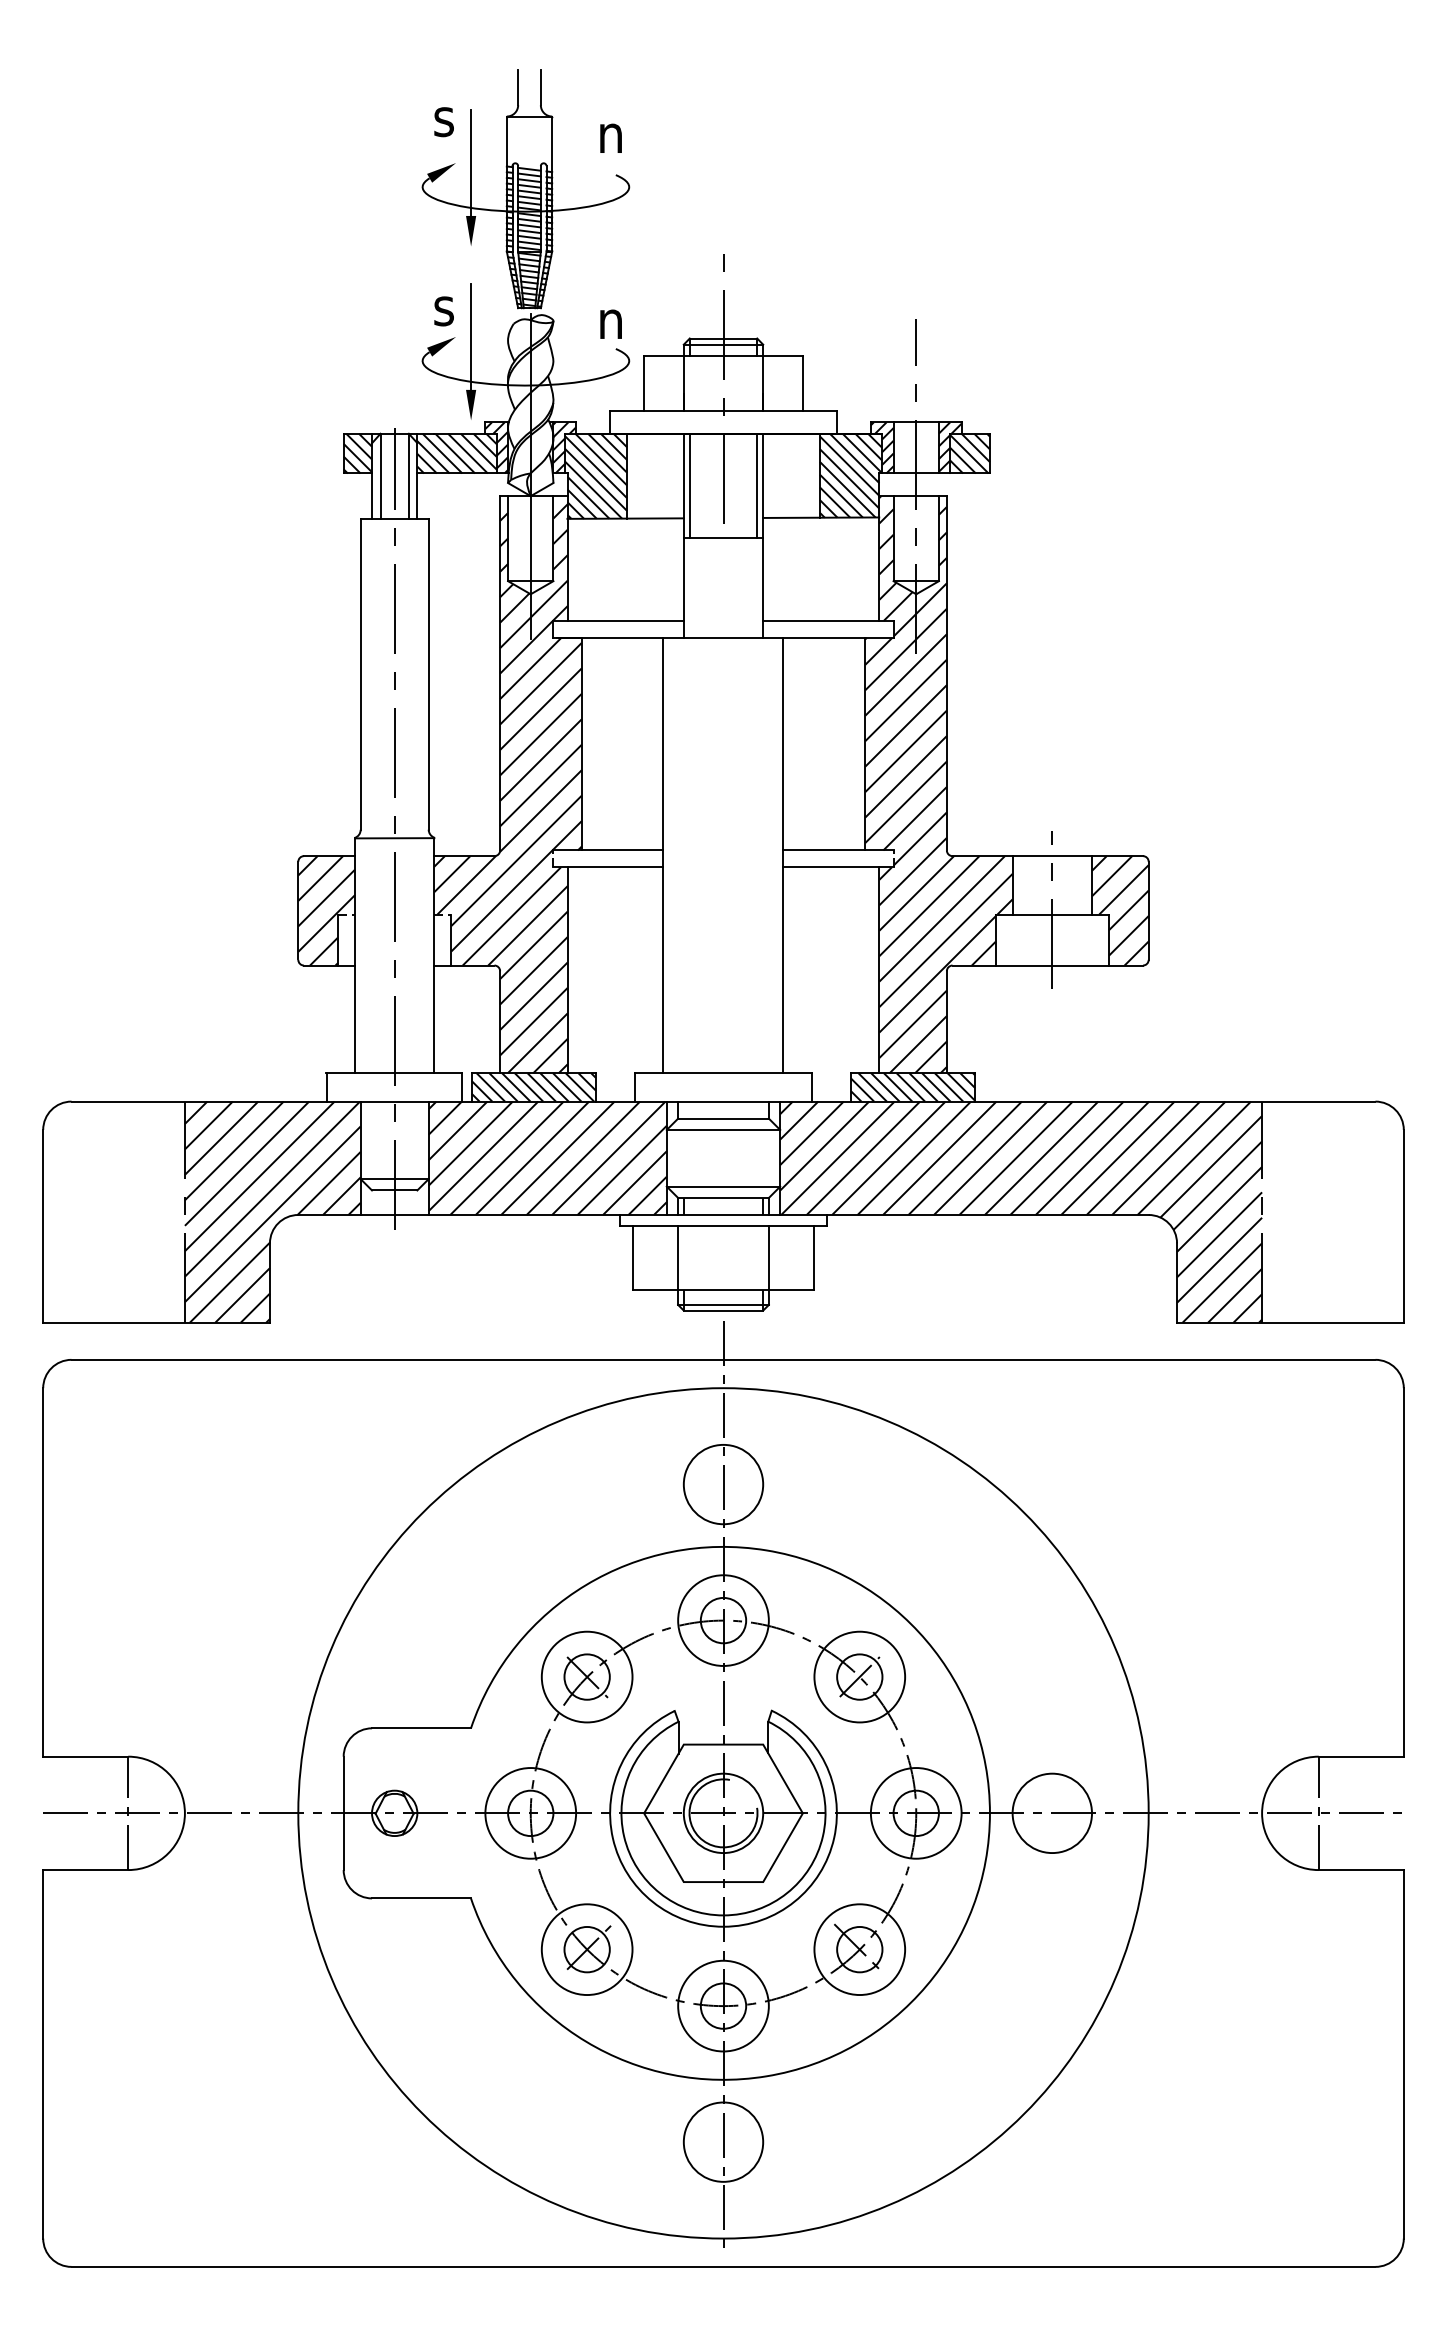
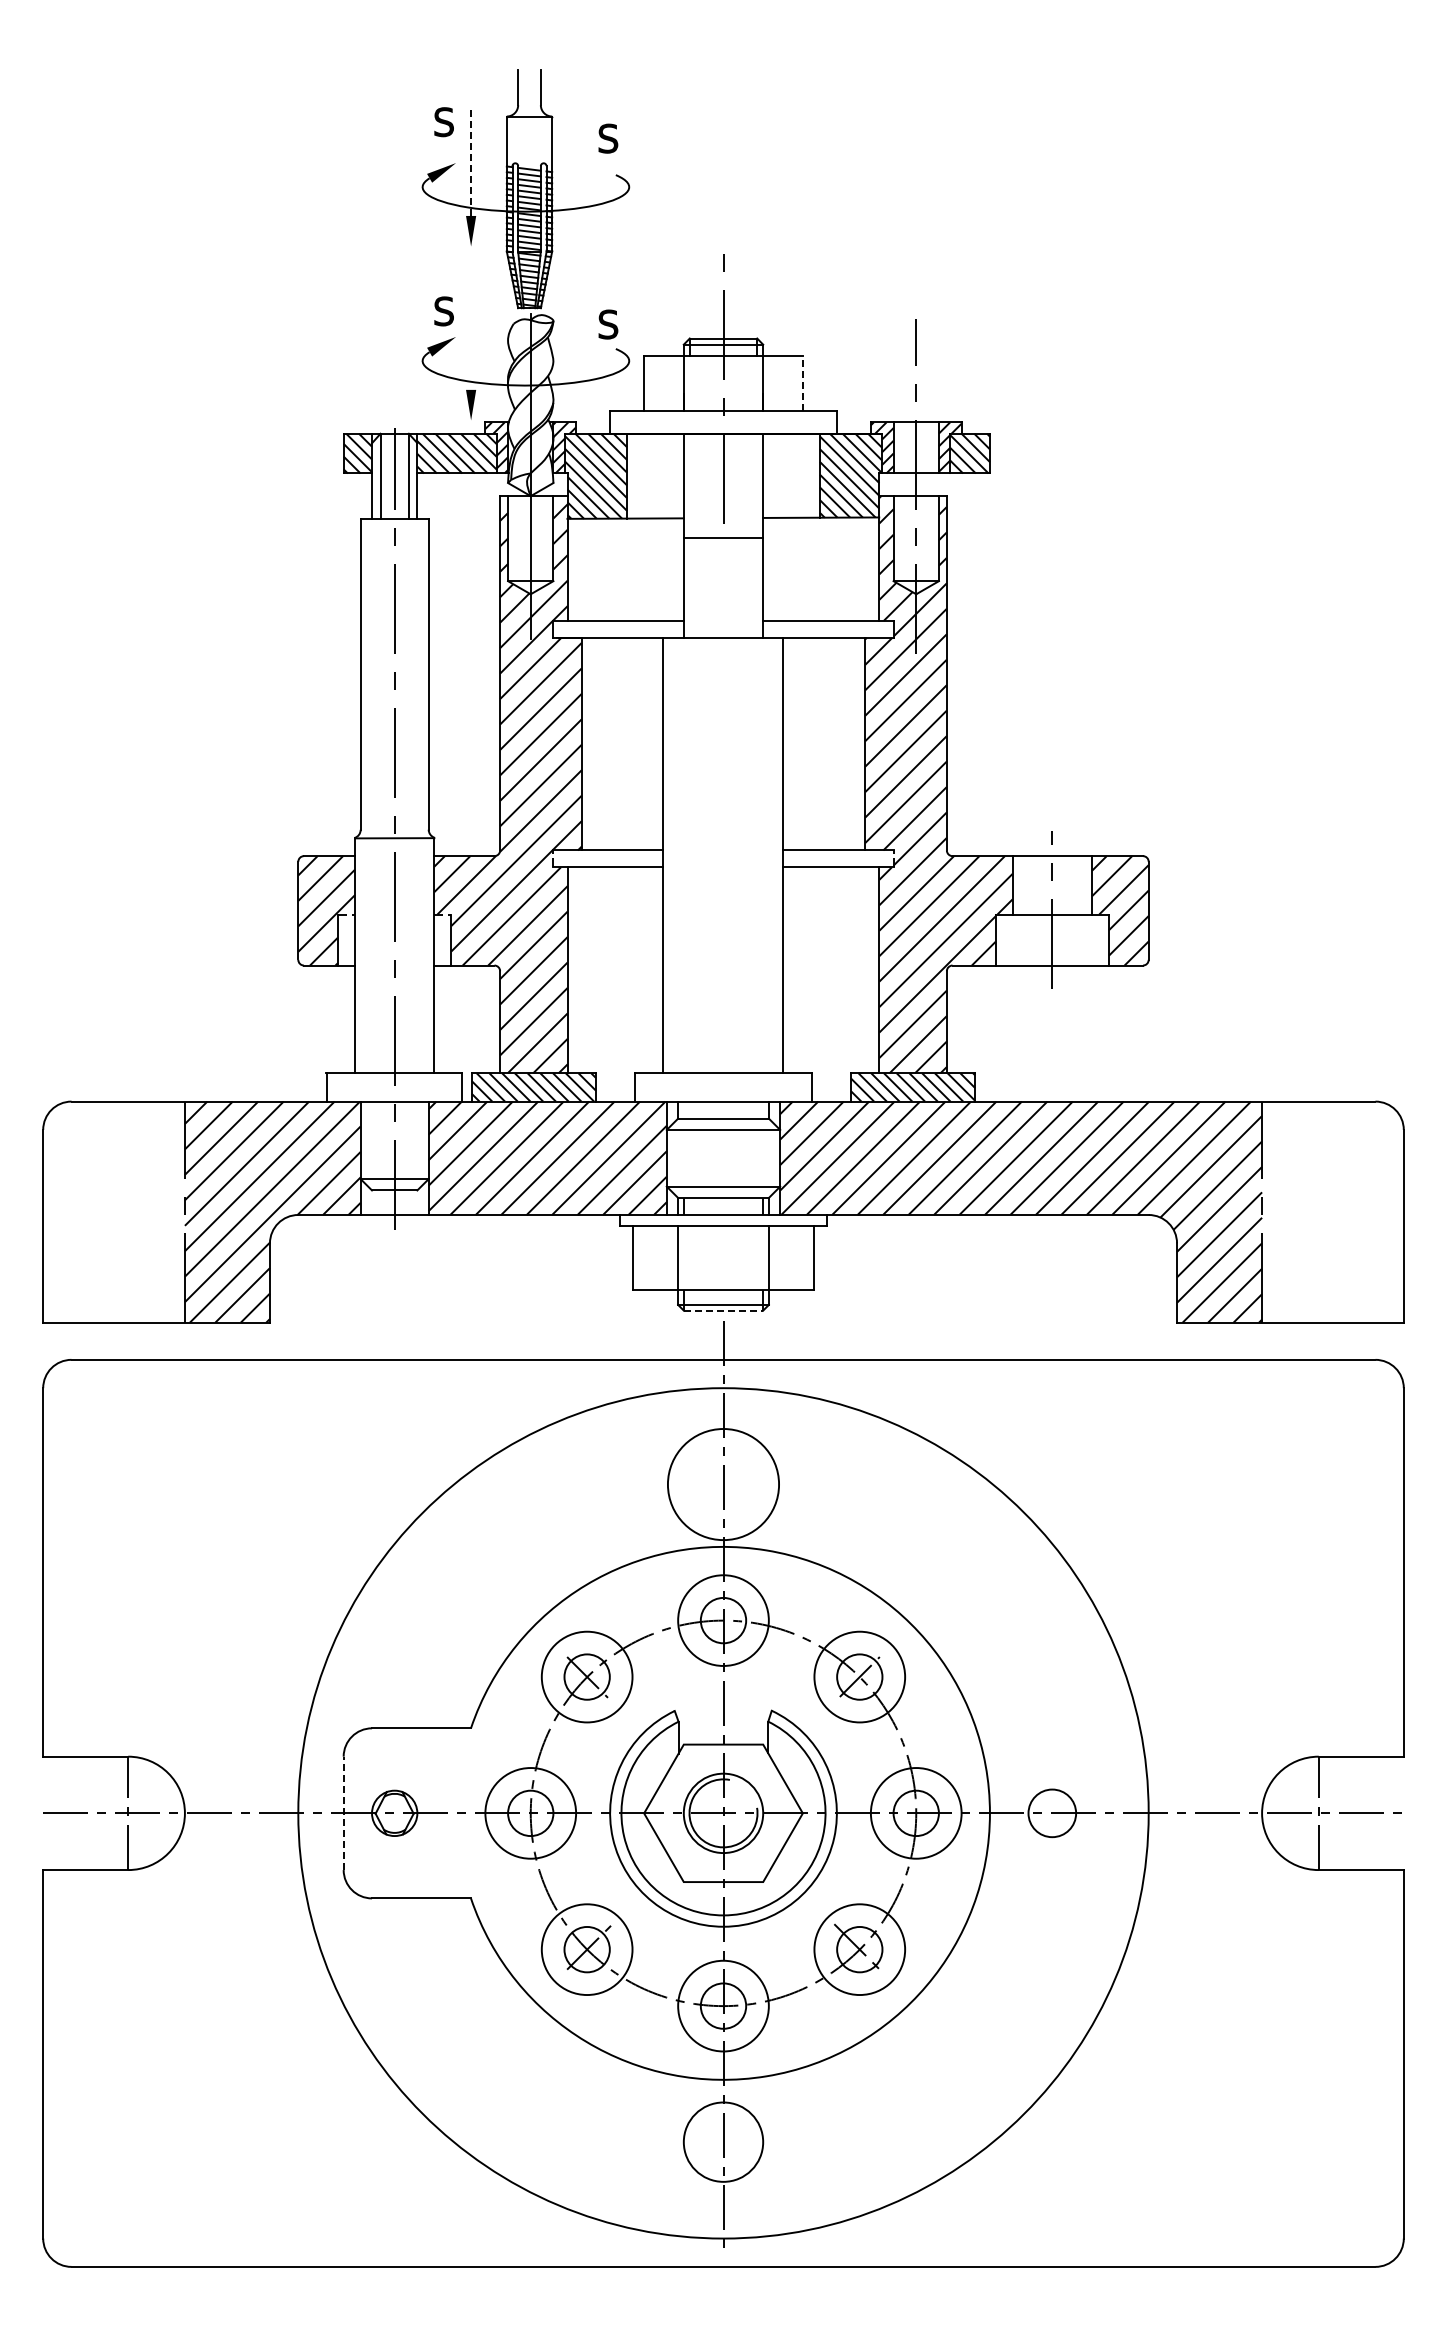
text at (609, 138): n -> s
line at (471, 162): solid -> dashed
text at (609, 324): n -> s
line at (471, 336): present -> none
line at (802, 383): solid -> dashed
line at (689, 485): present -> none
line at (757, 485): present -> none
line at (723, 1310): solid -> dashed
circle at (723, 1484) diameter: 79 px -> 111 px
line at (343, 1813): solid -> dashed
circle at (1052, 1813) diameter: 79 px -> 48 px
